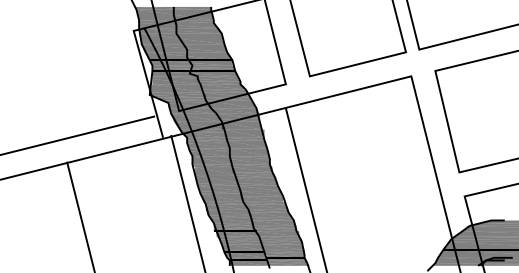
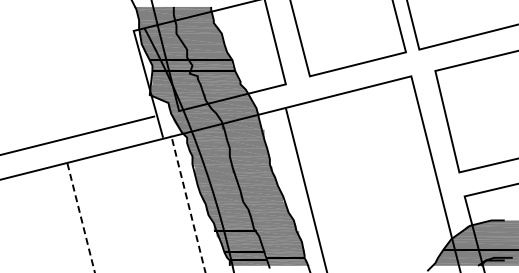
line at (188, 203): solid -> dashed
line at (80, 216): solid -> dashed
